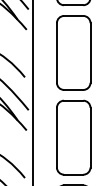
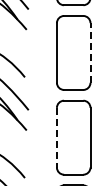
line at (90, 52): solid -> dashed
line at (32, 92): present -> none
line at (56, 137): solid -> dashed
